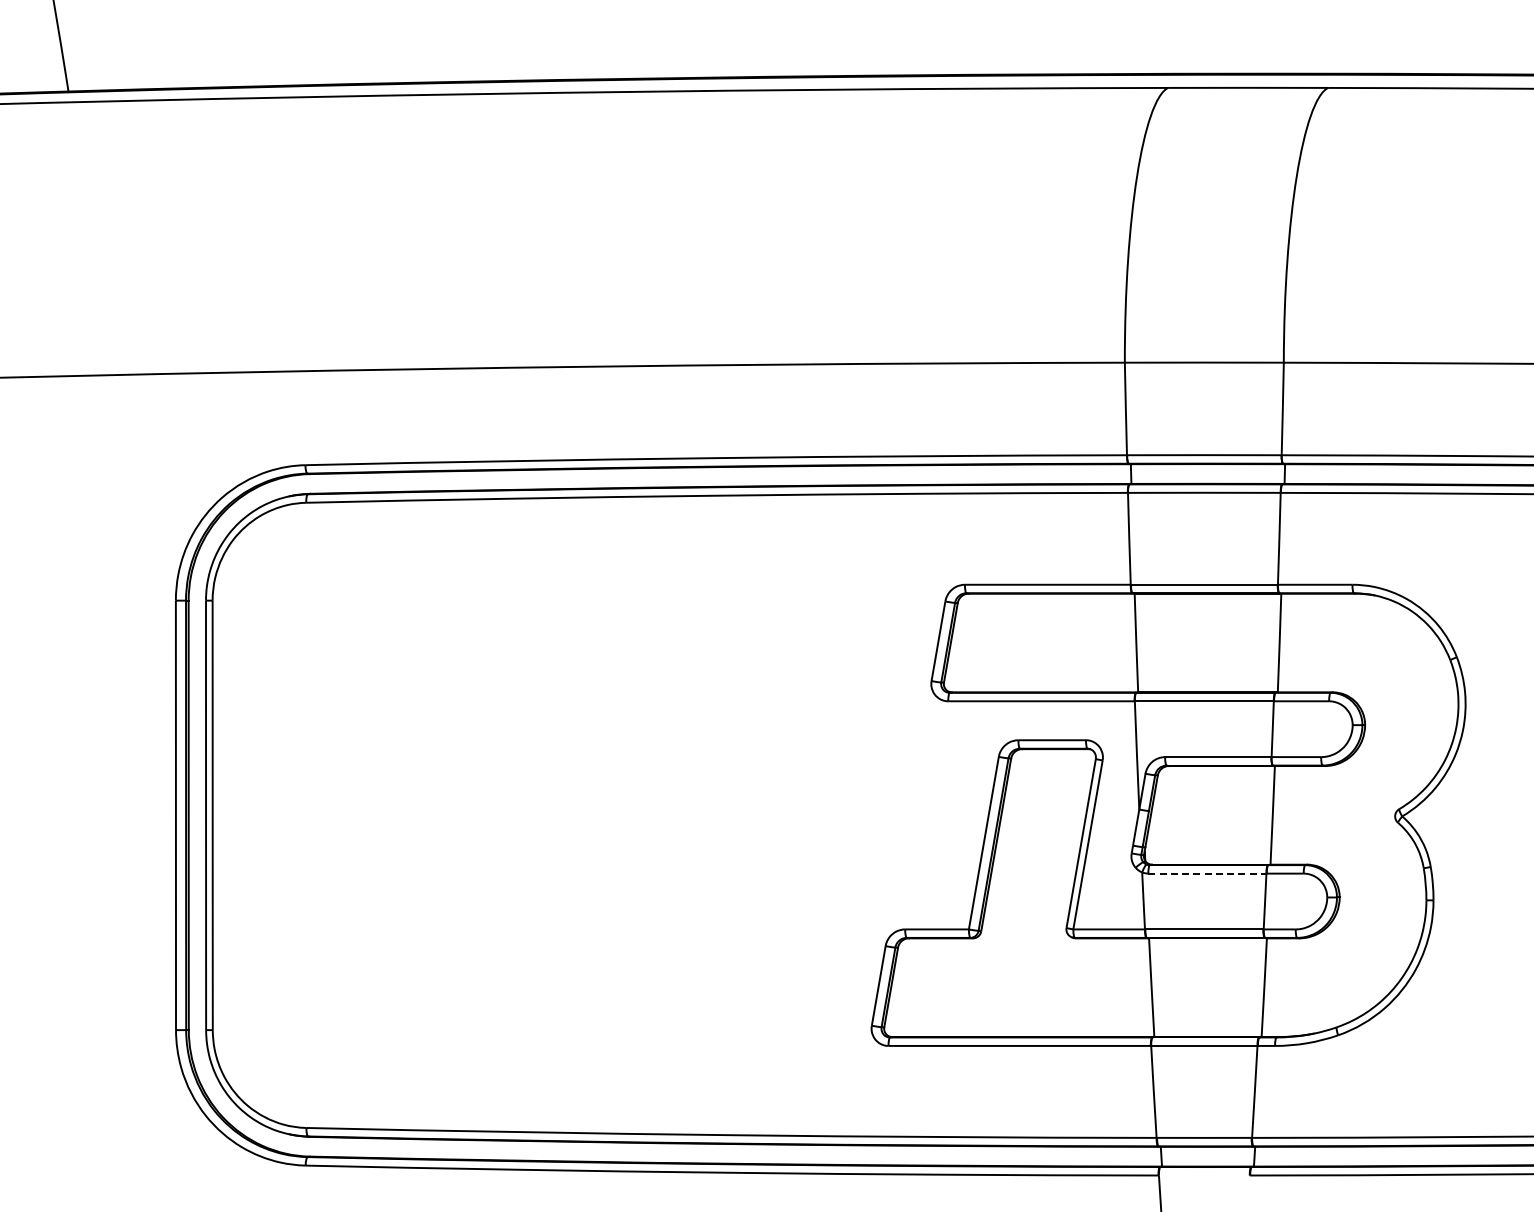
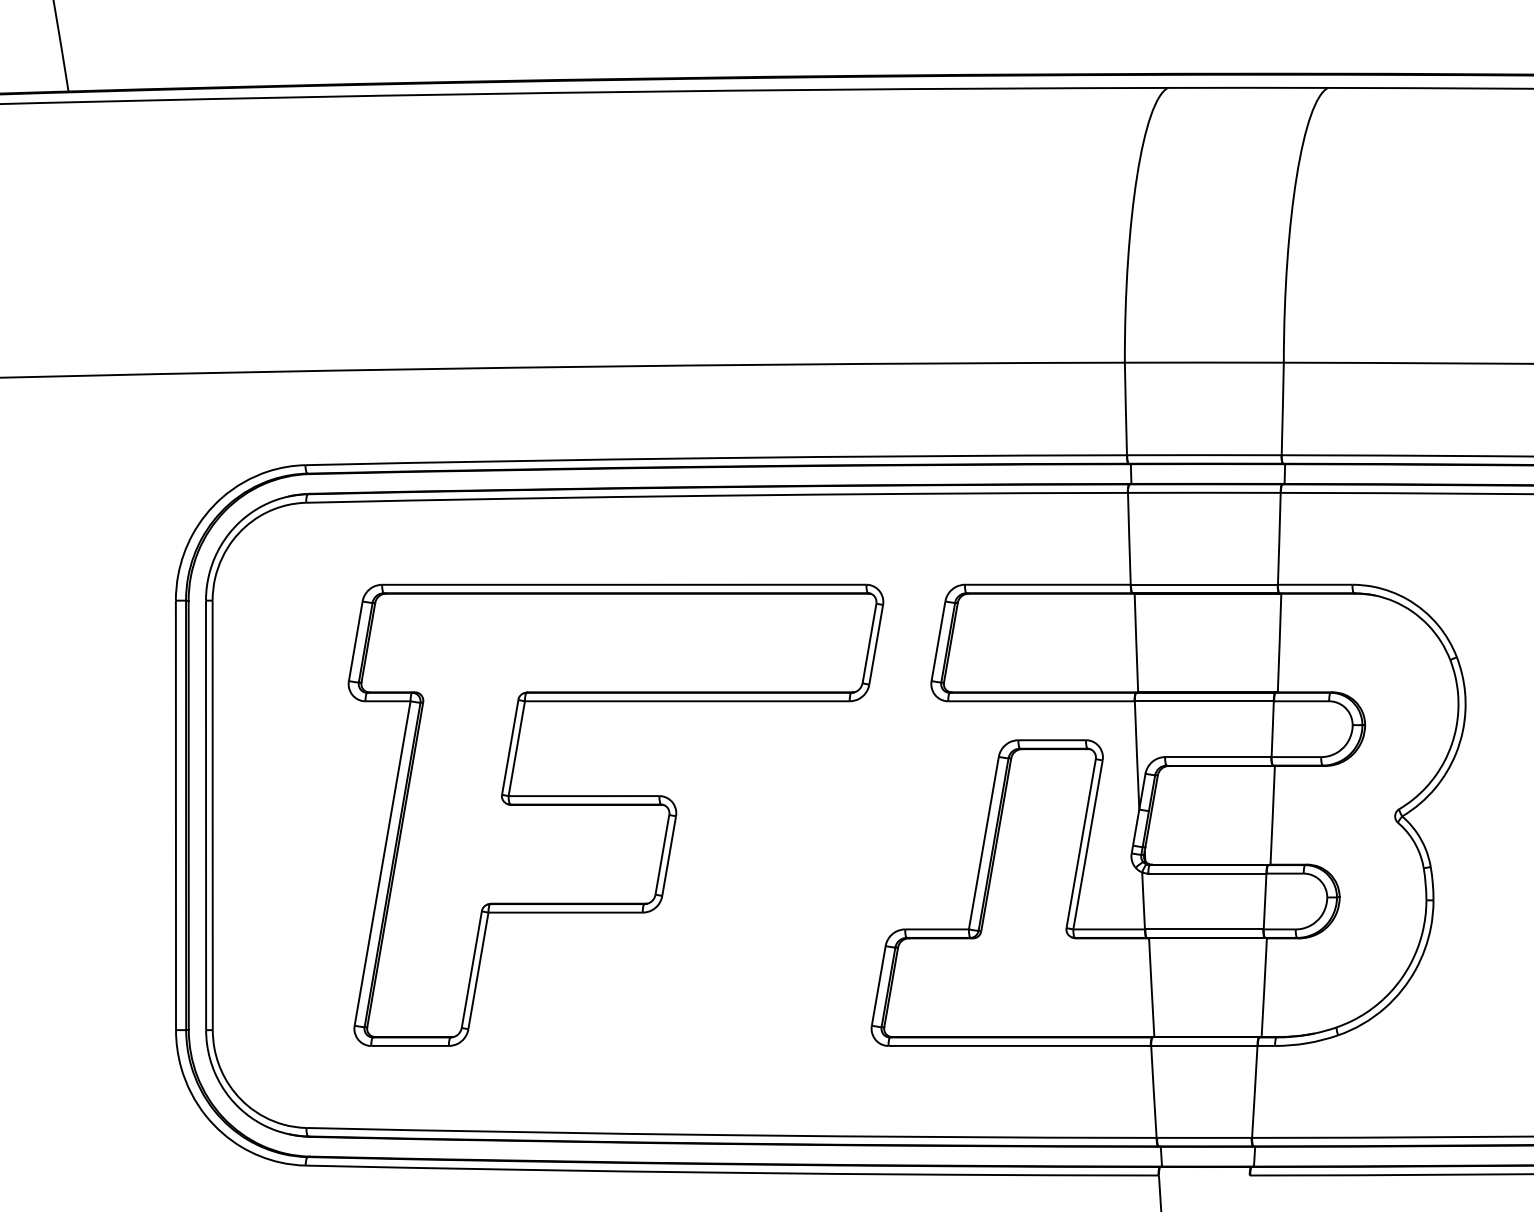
part at (615, 814): none -> present
line at (1207, 873): dashed -> solid
